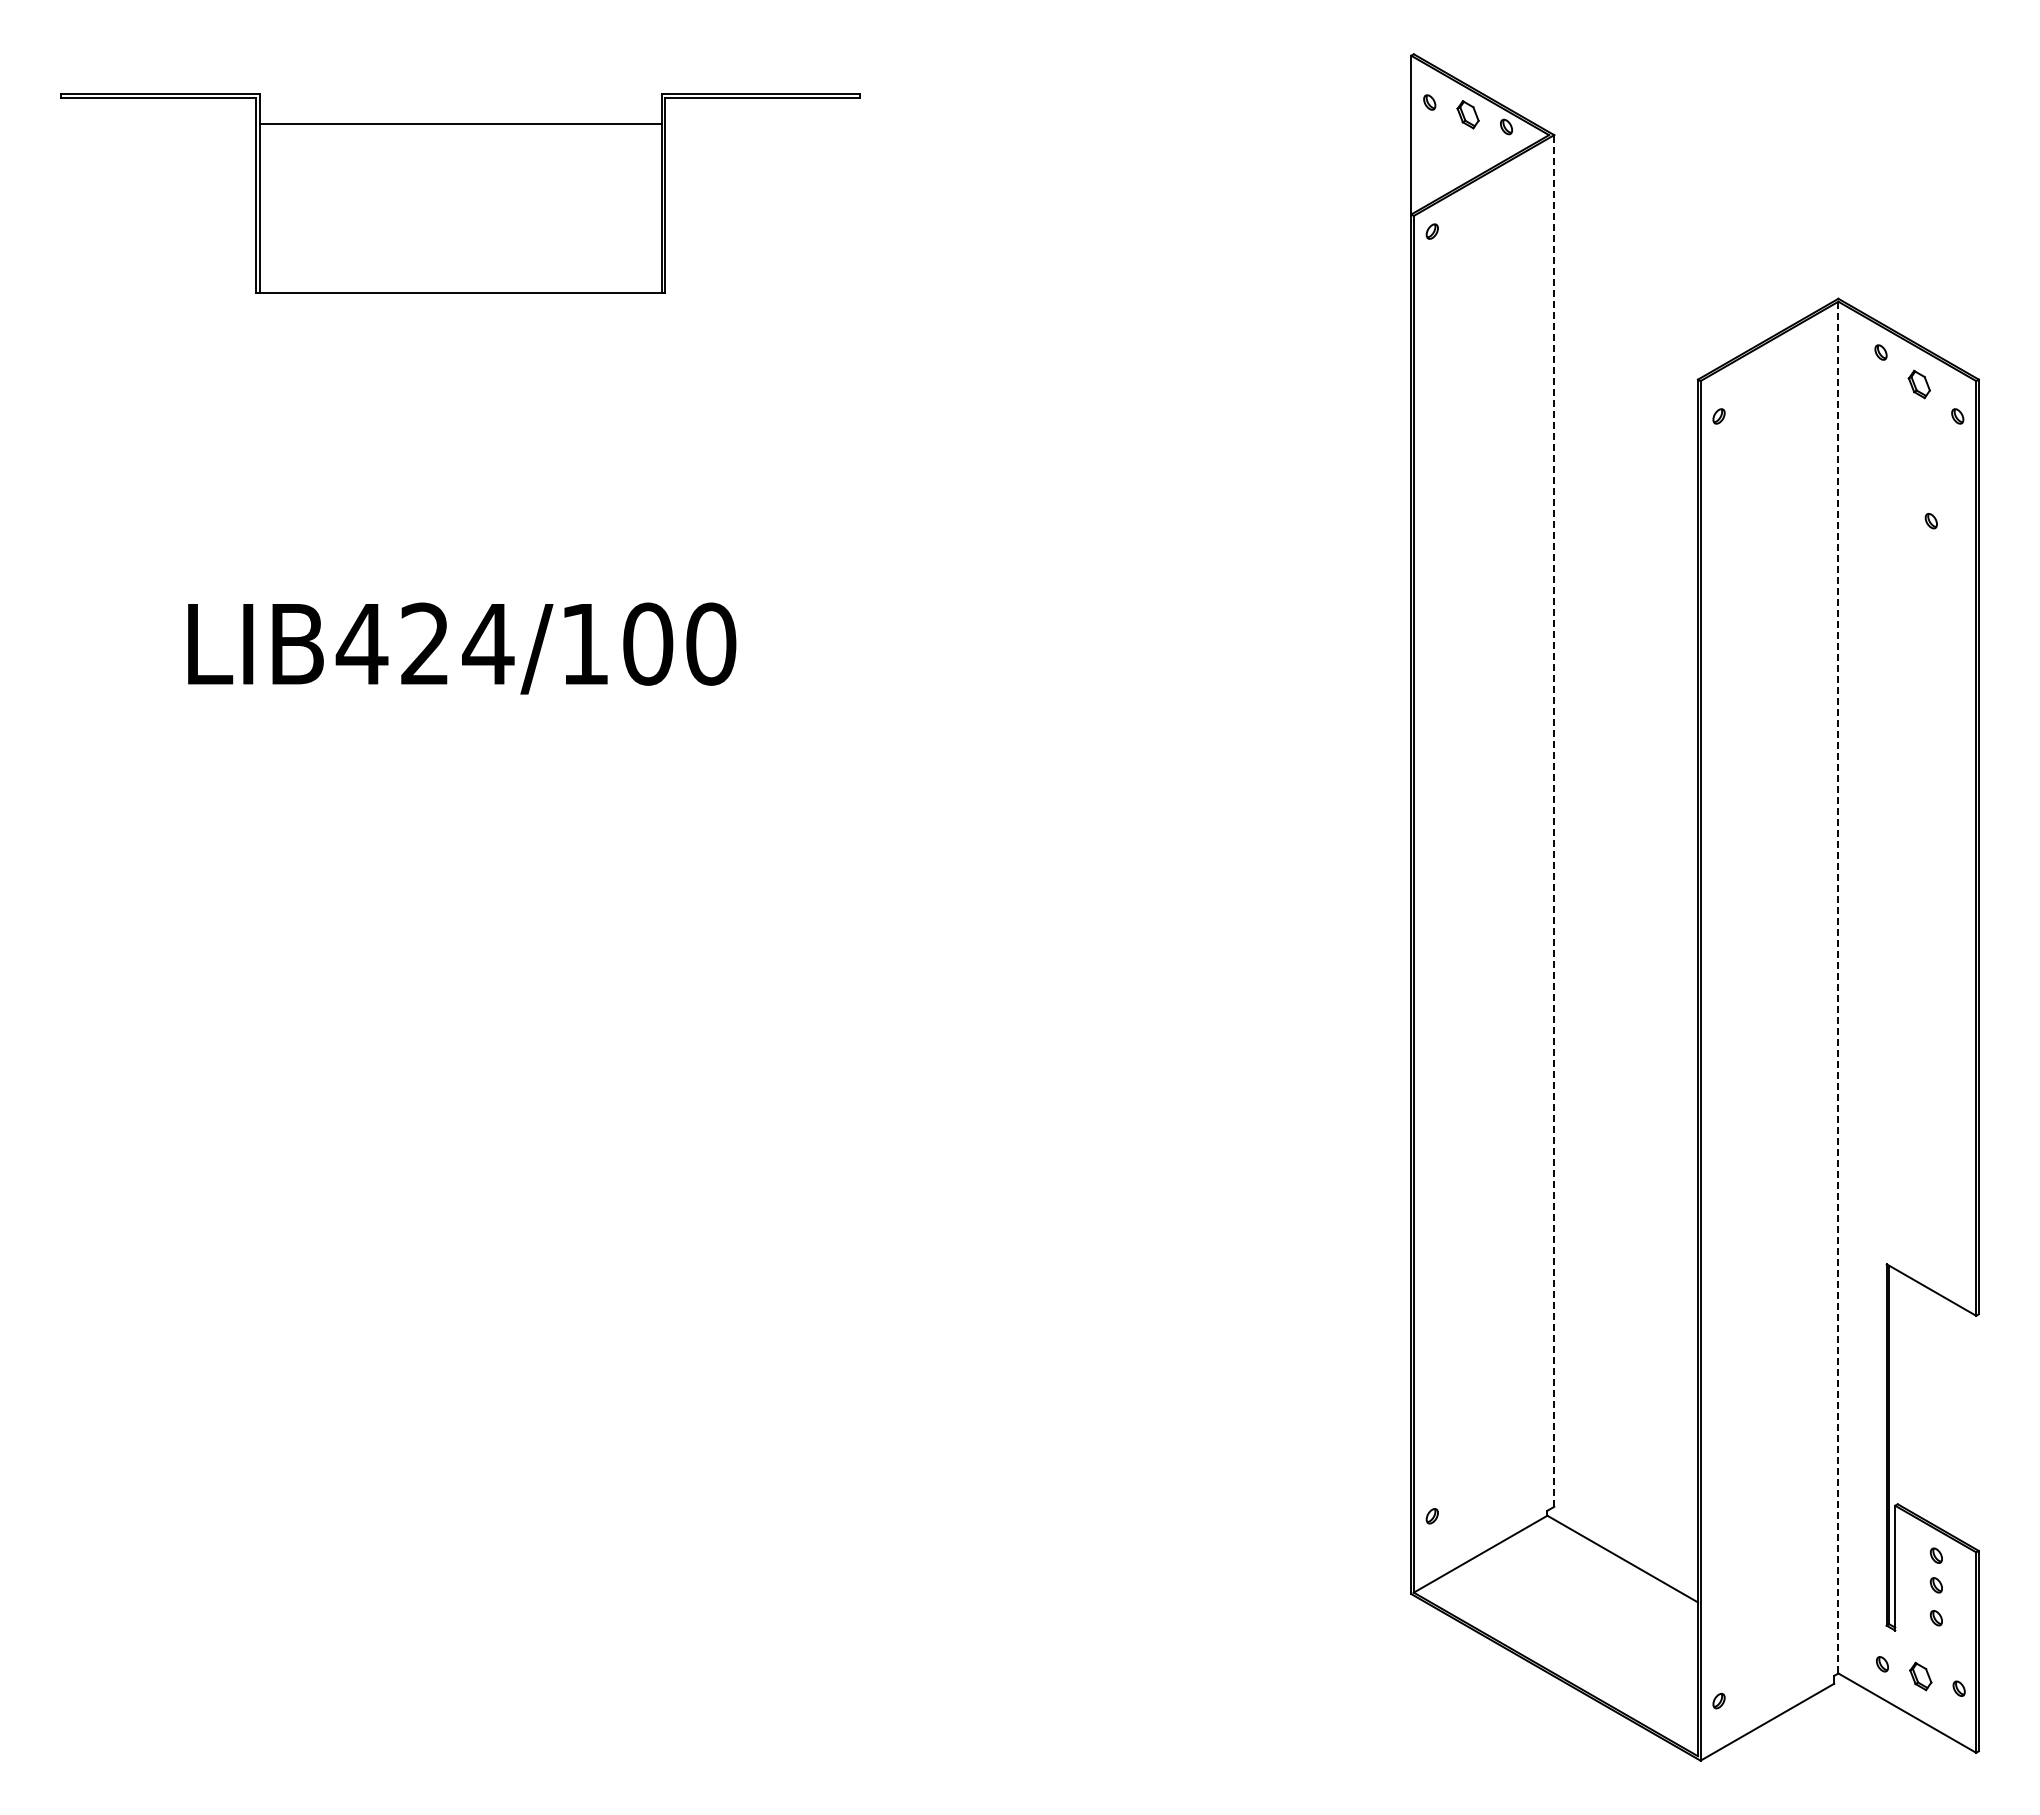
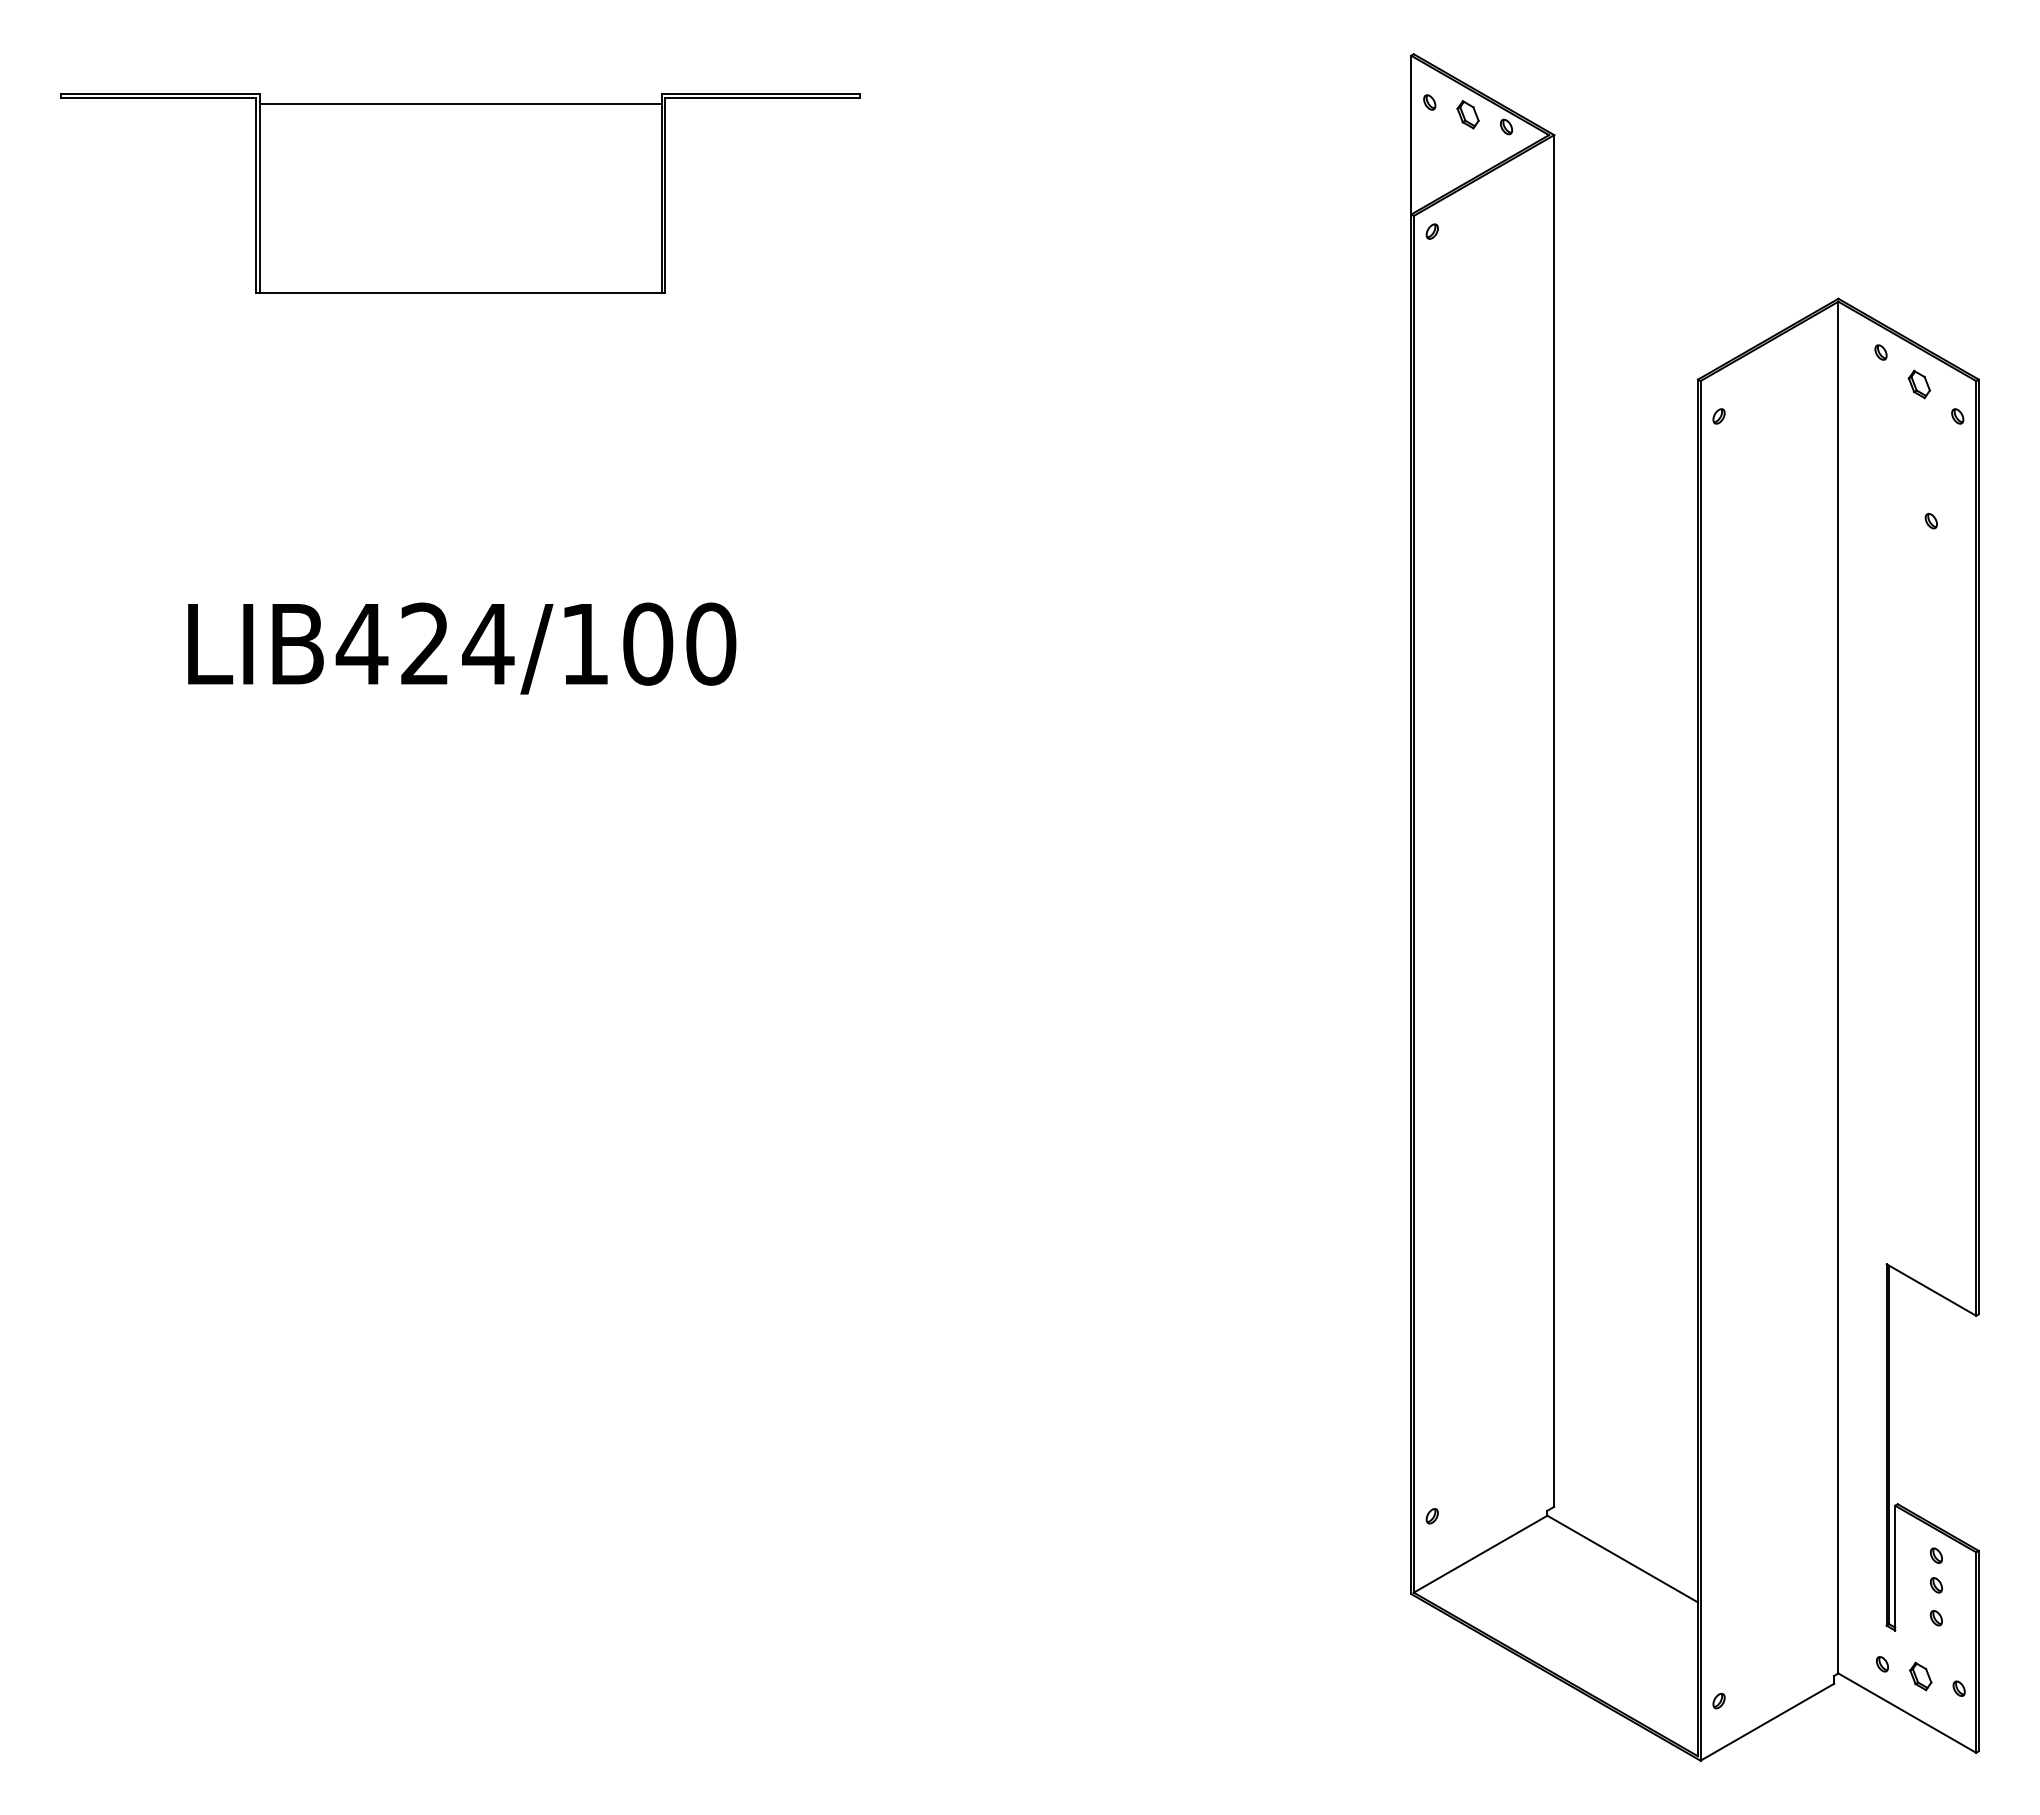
line at (460, 123) position: (460, 123) -> (460, 103)
line at (1554, 820): dashed -> solid
line at (1838, 987): dashed -> solid
